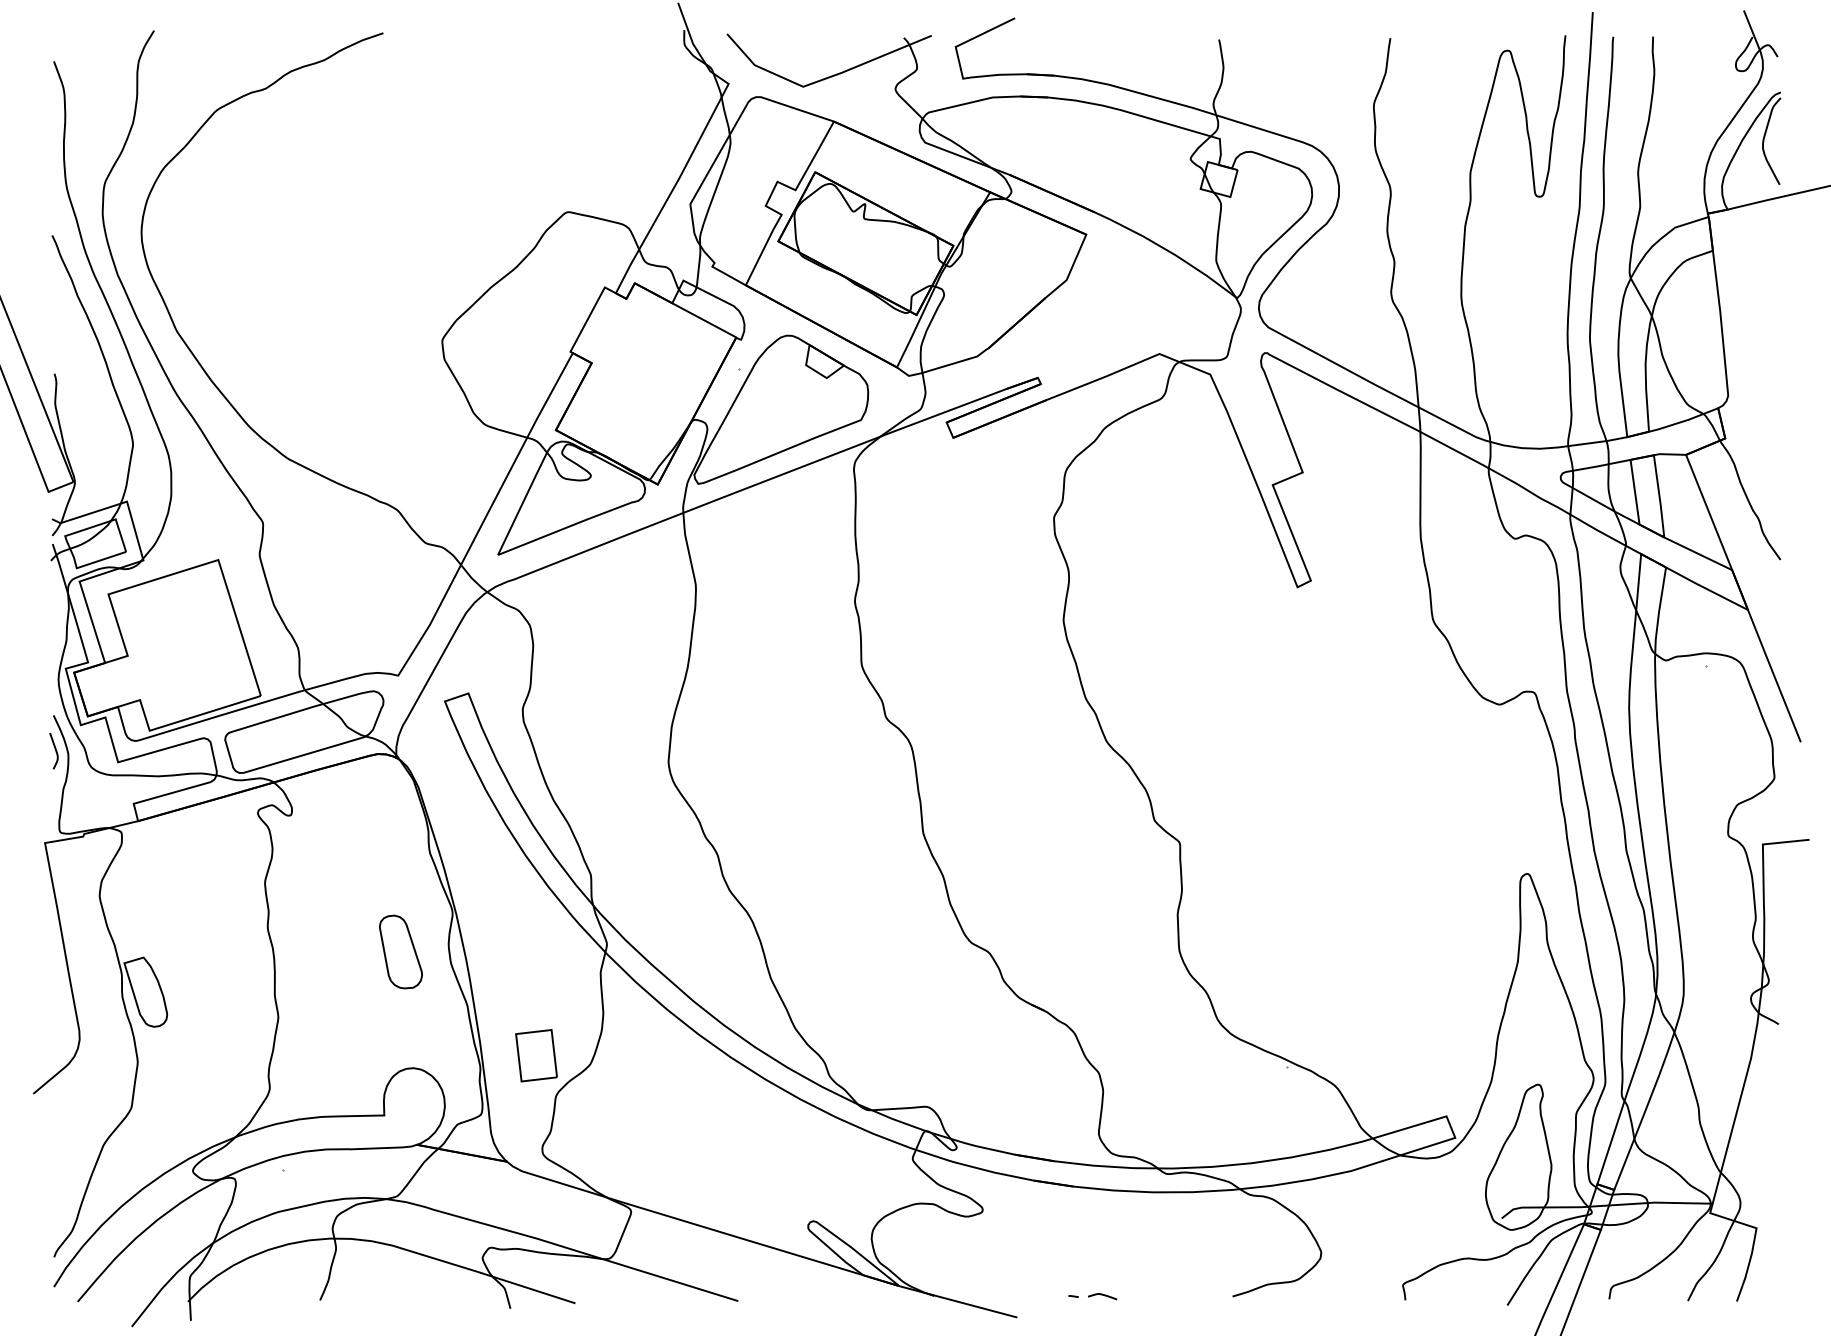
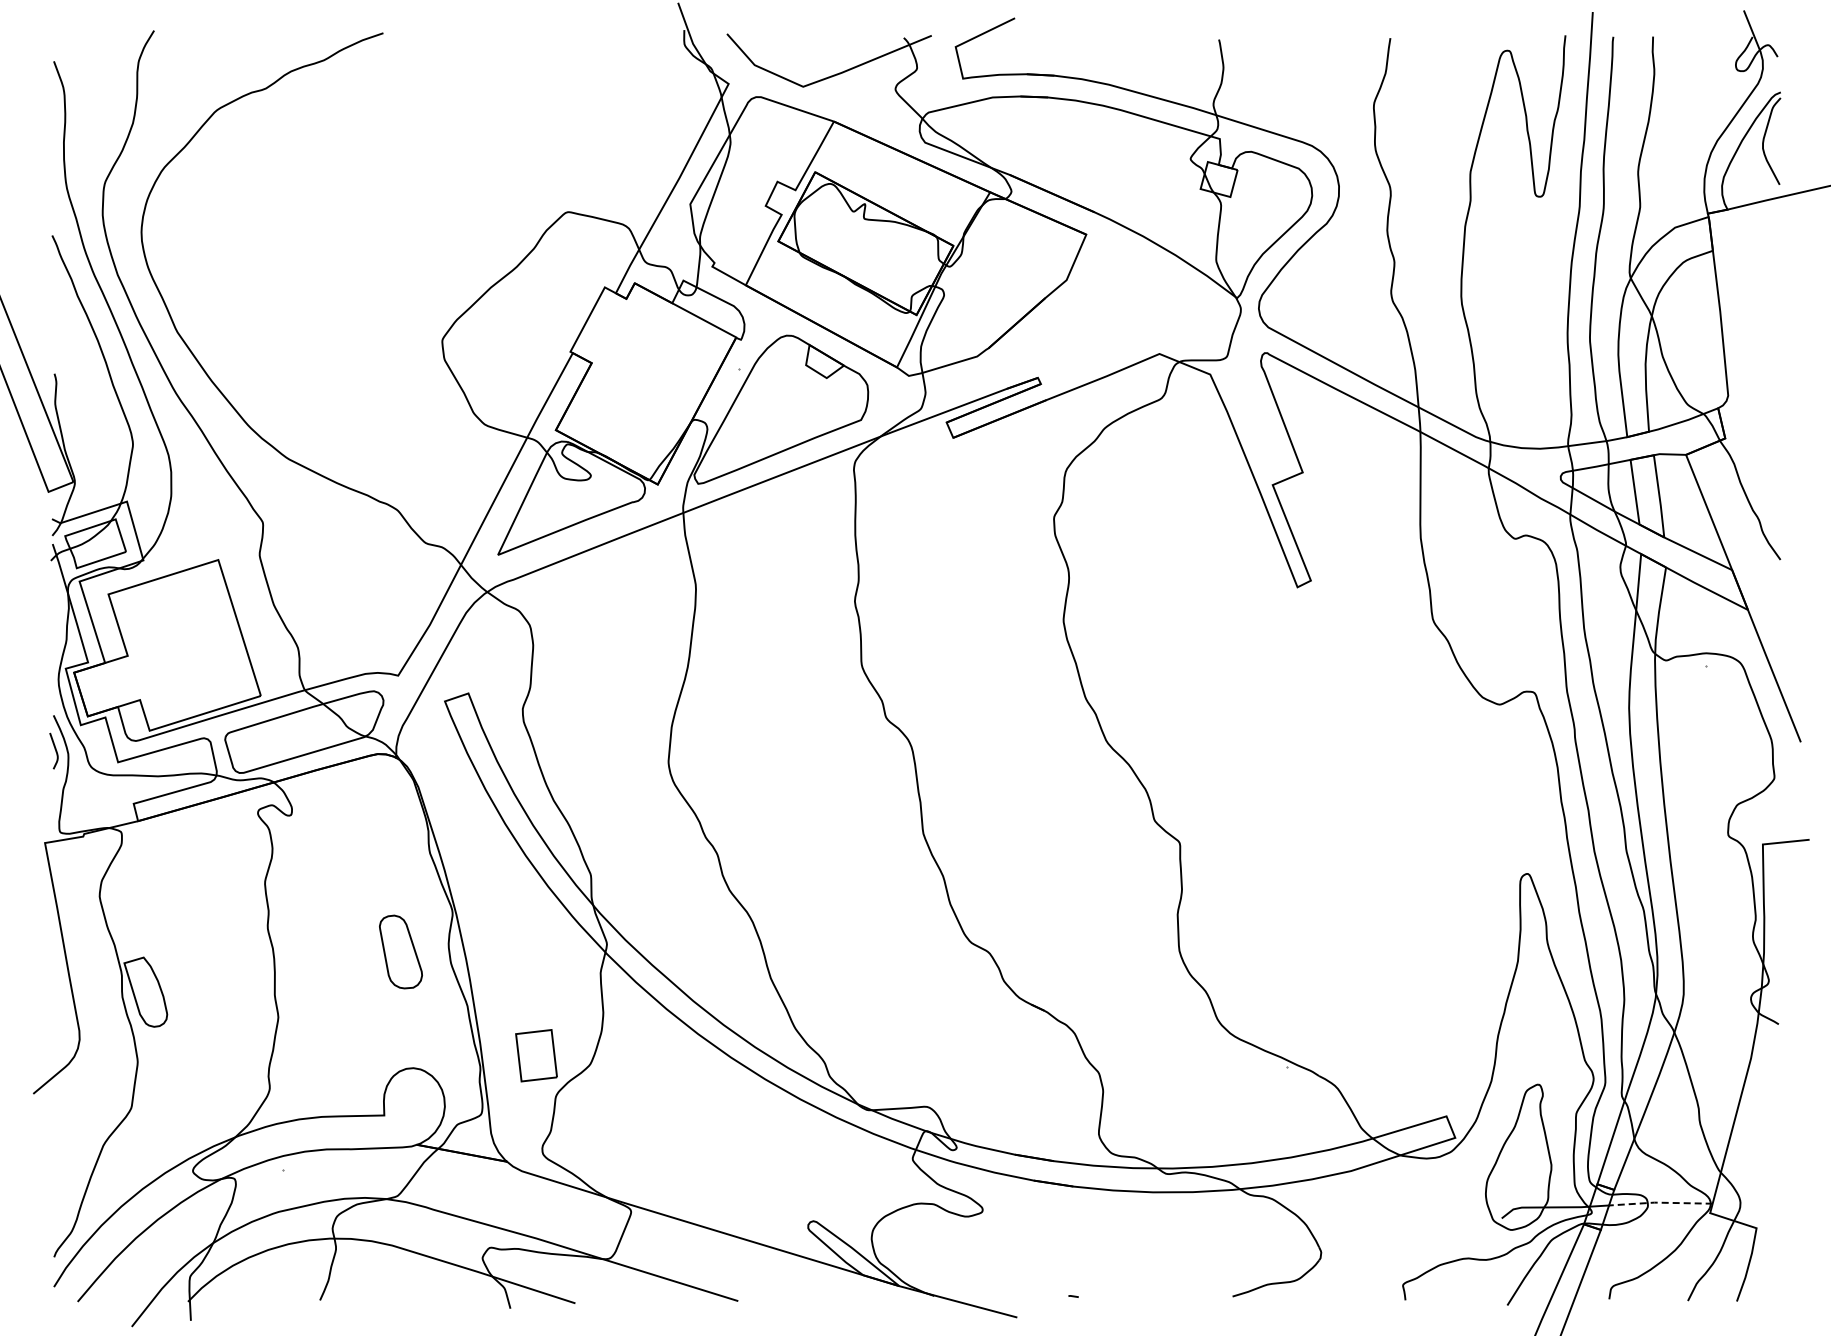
line at (1660, 1202): solid -> dashed
curve at (1102, 1295): present -> none
